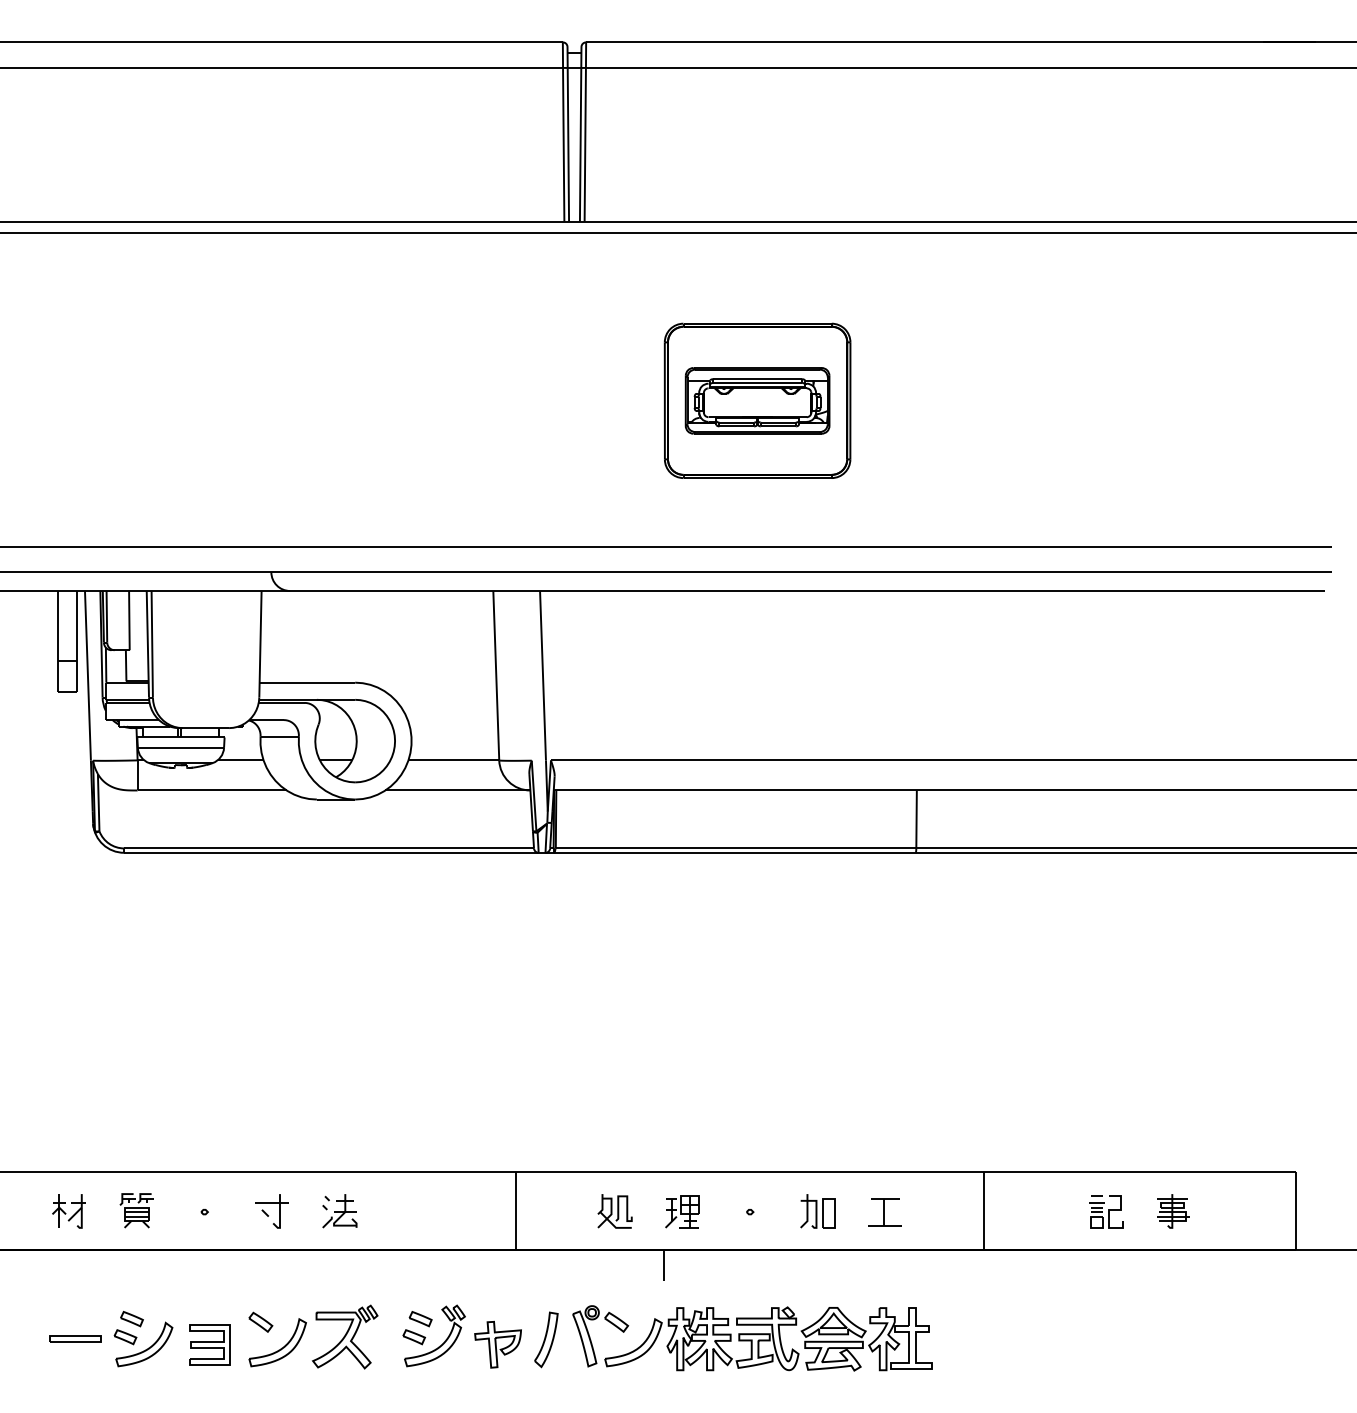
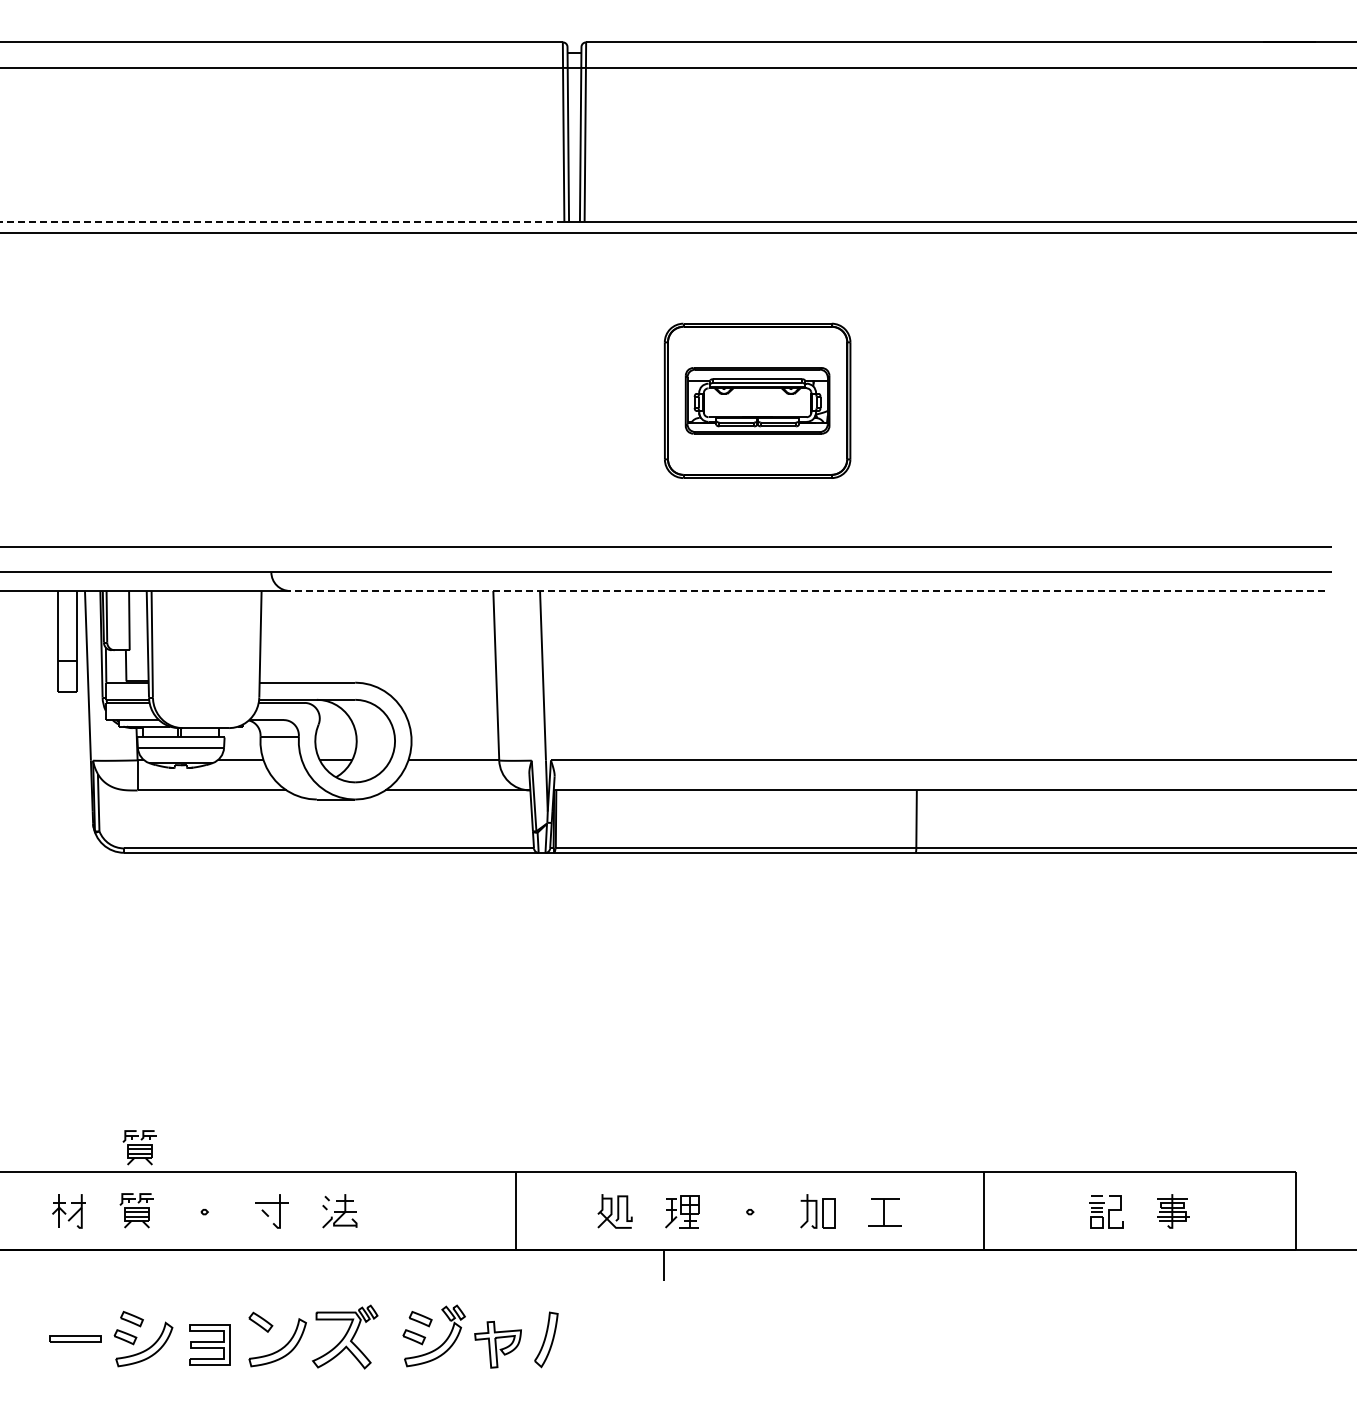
line at (282, 221): solid -> dashed
line at (807, 590): solid -> dashed
part at (139, 1147): none -> present
part at (752, 1338): present -> none
